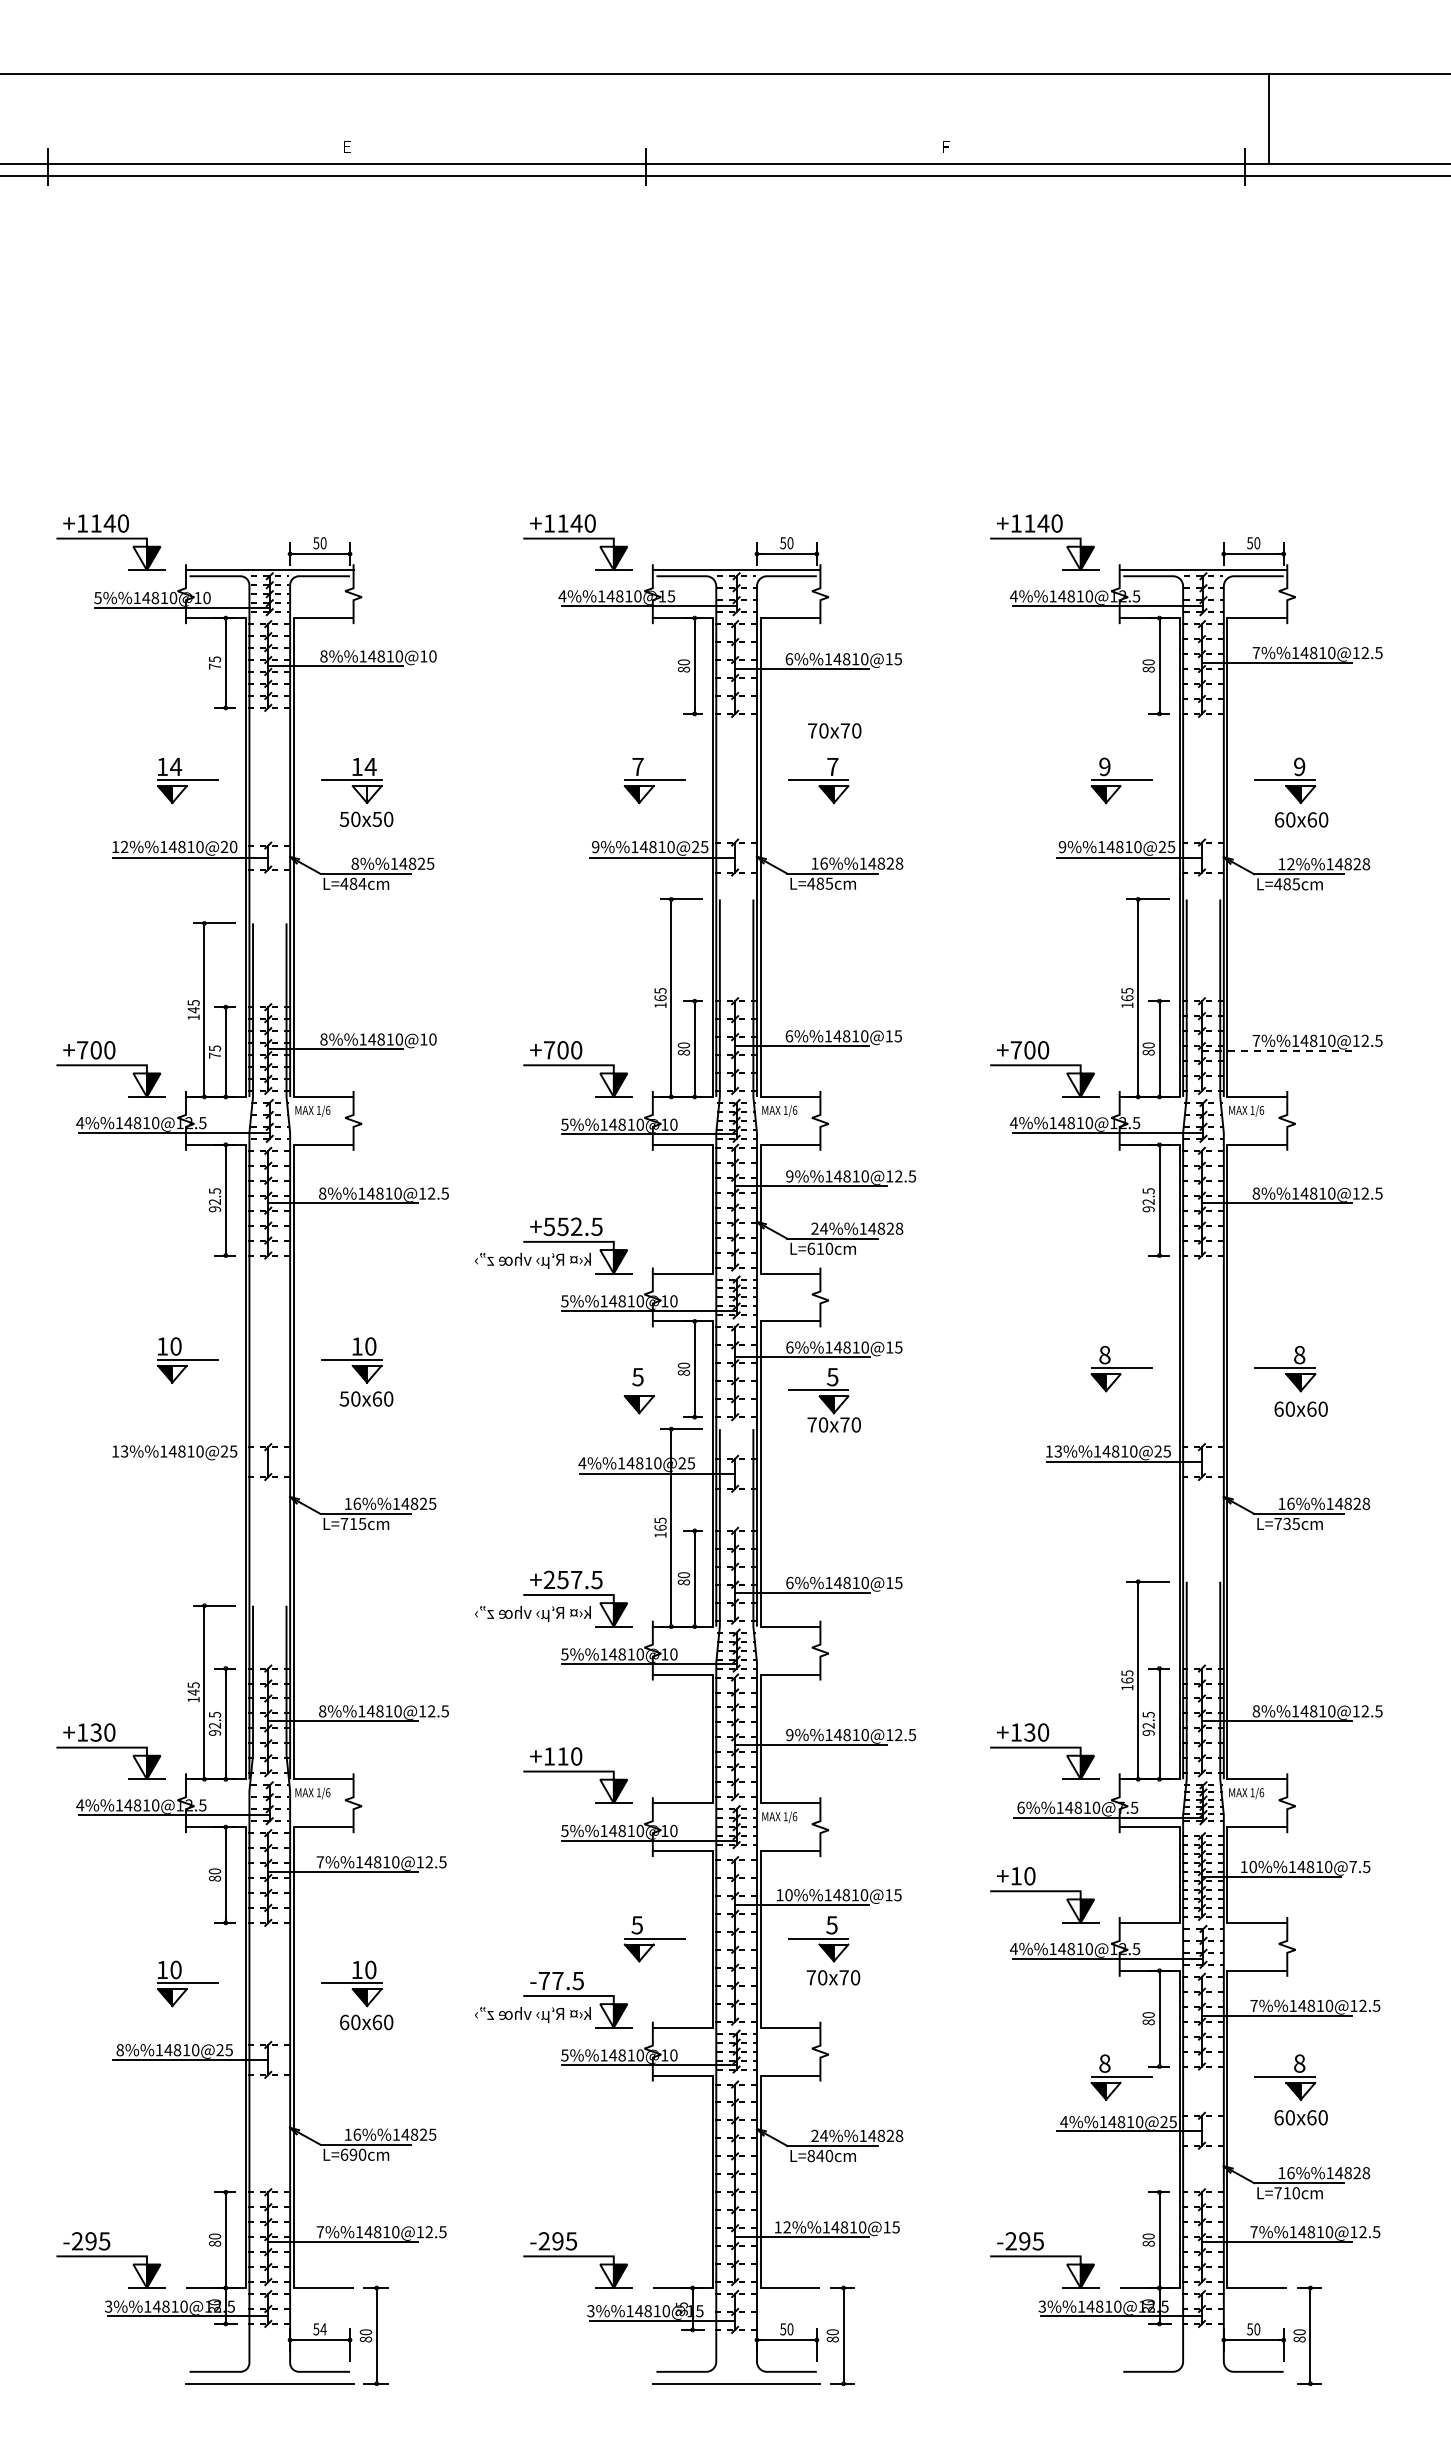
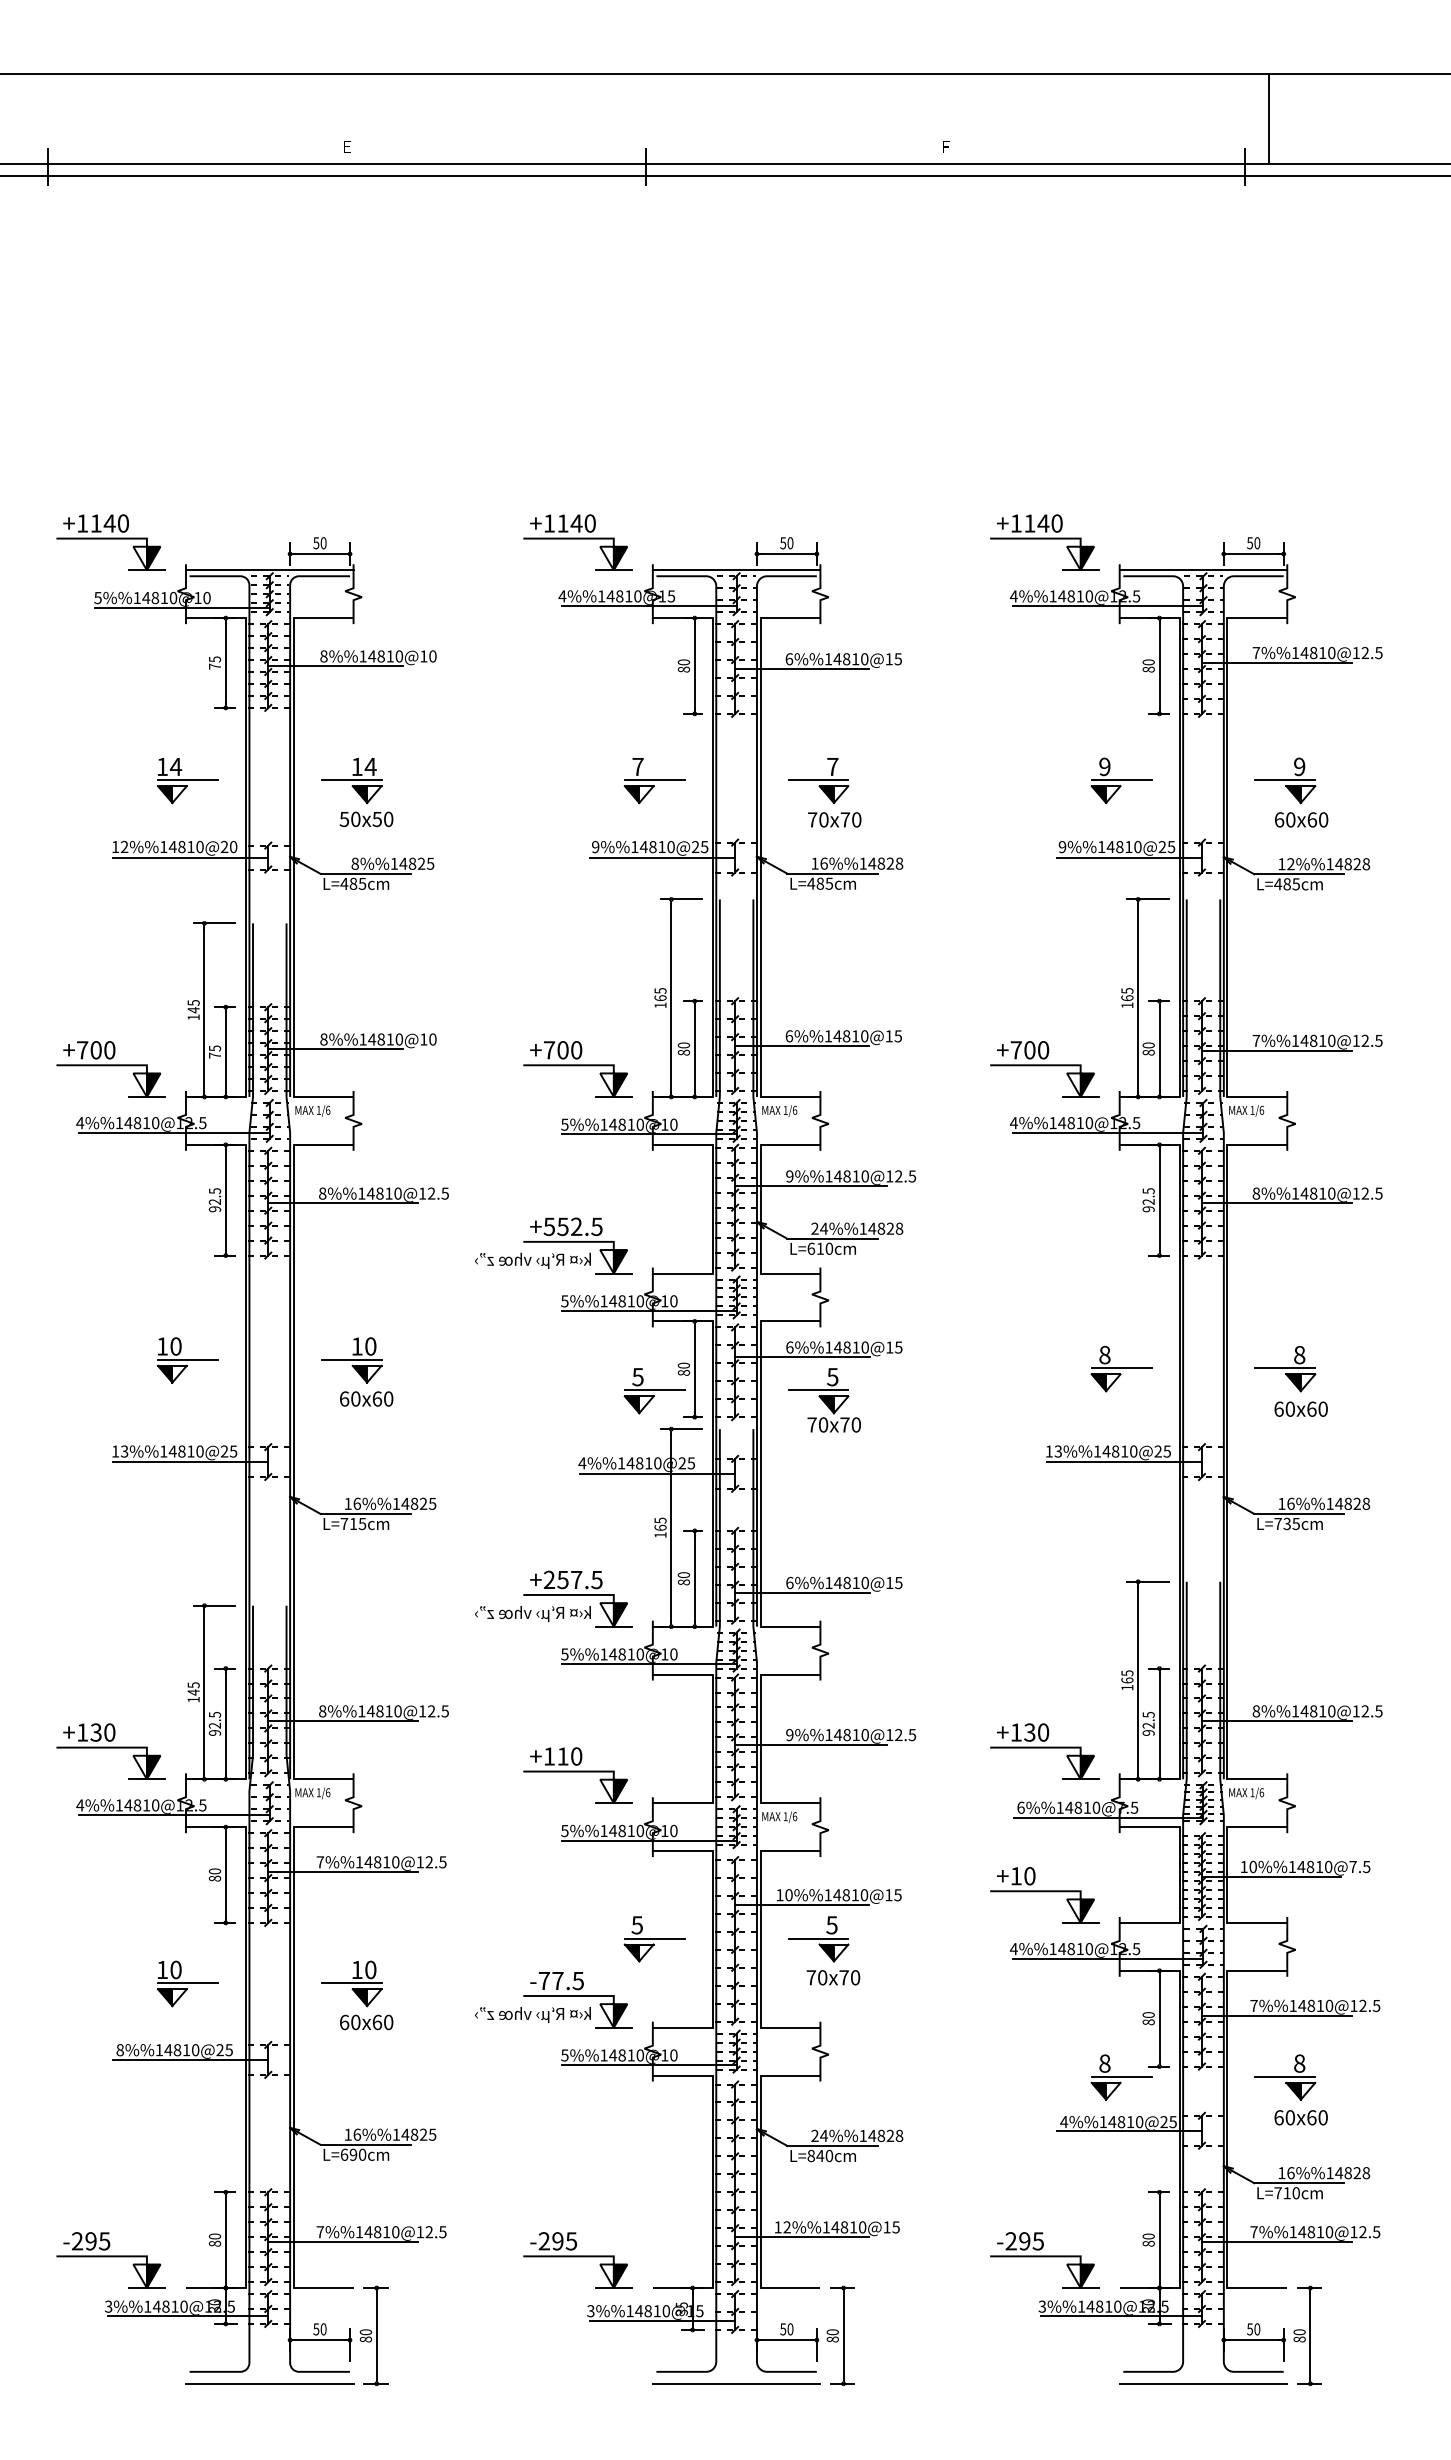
text at (834, 730) position: (834, 730) -> (834, 819)
fill at (359, 794): none -> present
text at (362, 883): L=484cm -> L=485cm
line at (1276, 1050): dashed -> solid
line at (654, 1390): none -> present
text at (344, 1398): 50x60 -> 60x60
line at (190, 1462): none -> present
text at (323, 2329): 54 -> 50
line at (1203, 2383): none -> present
